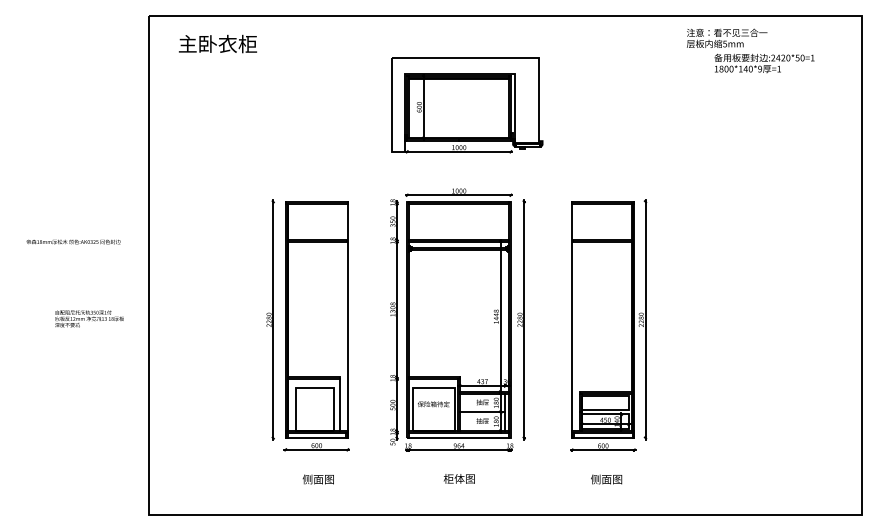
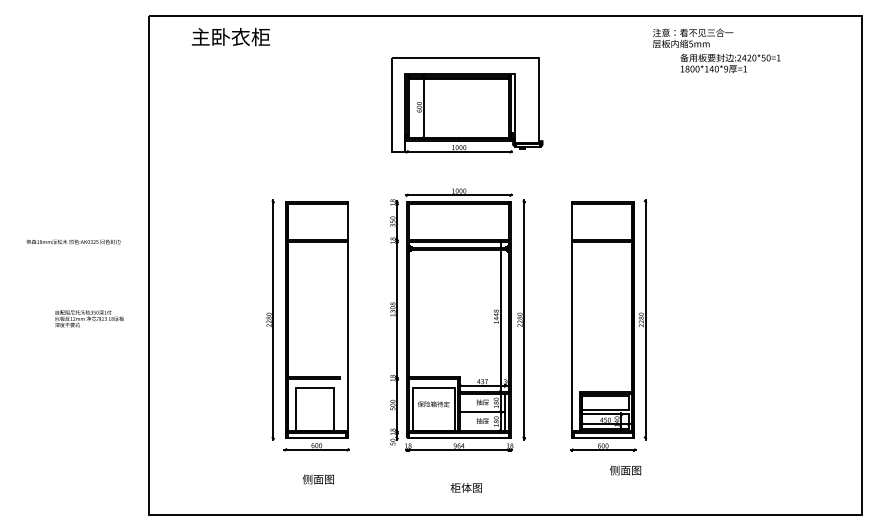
text at (217, 43) position: (217, 43) -> (230, 36)
text at (750, 50) position: (750, 50) -> (716, 50)
line at (339, 405): present -> none
text at (458, 478) position: (458, 478) -> (465, 487)
text at (606, 479) position: (606, 479) -> (625, 470)
